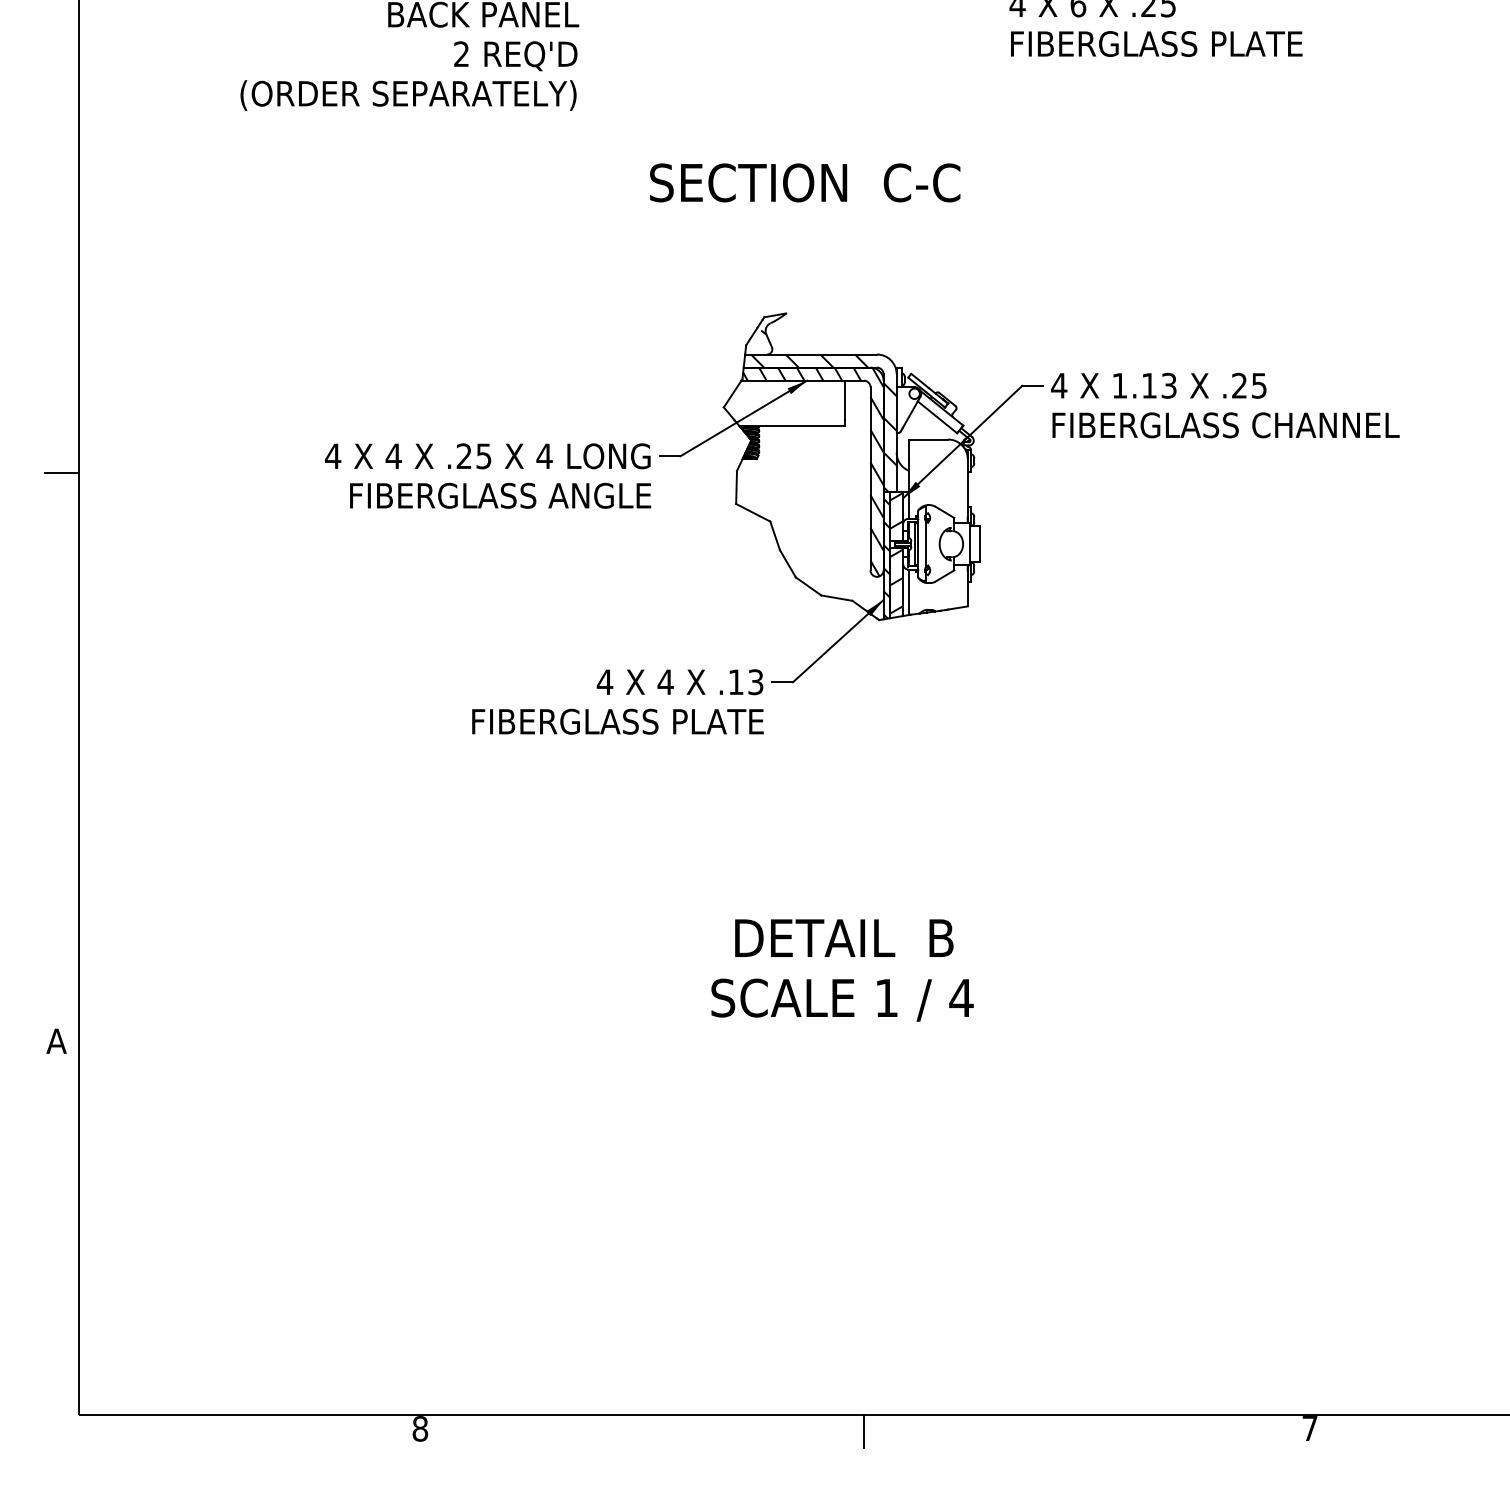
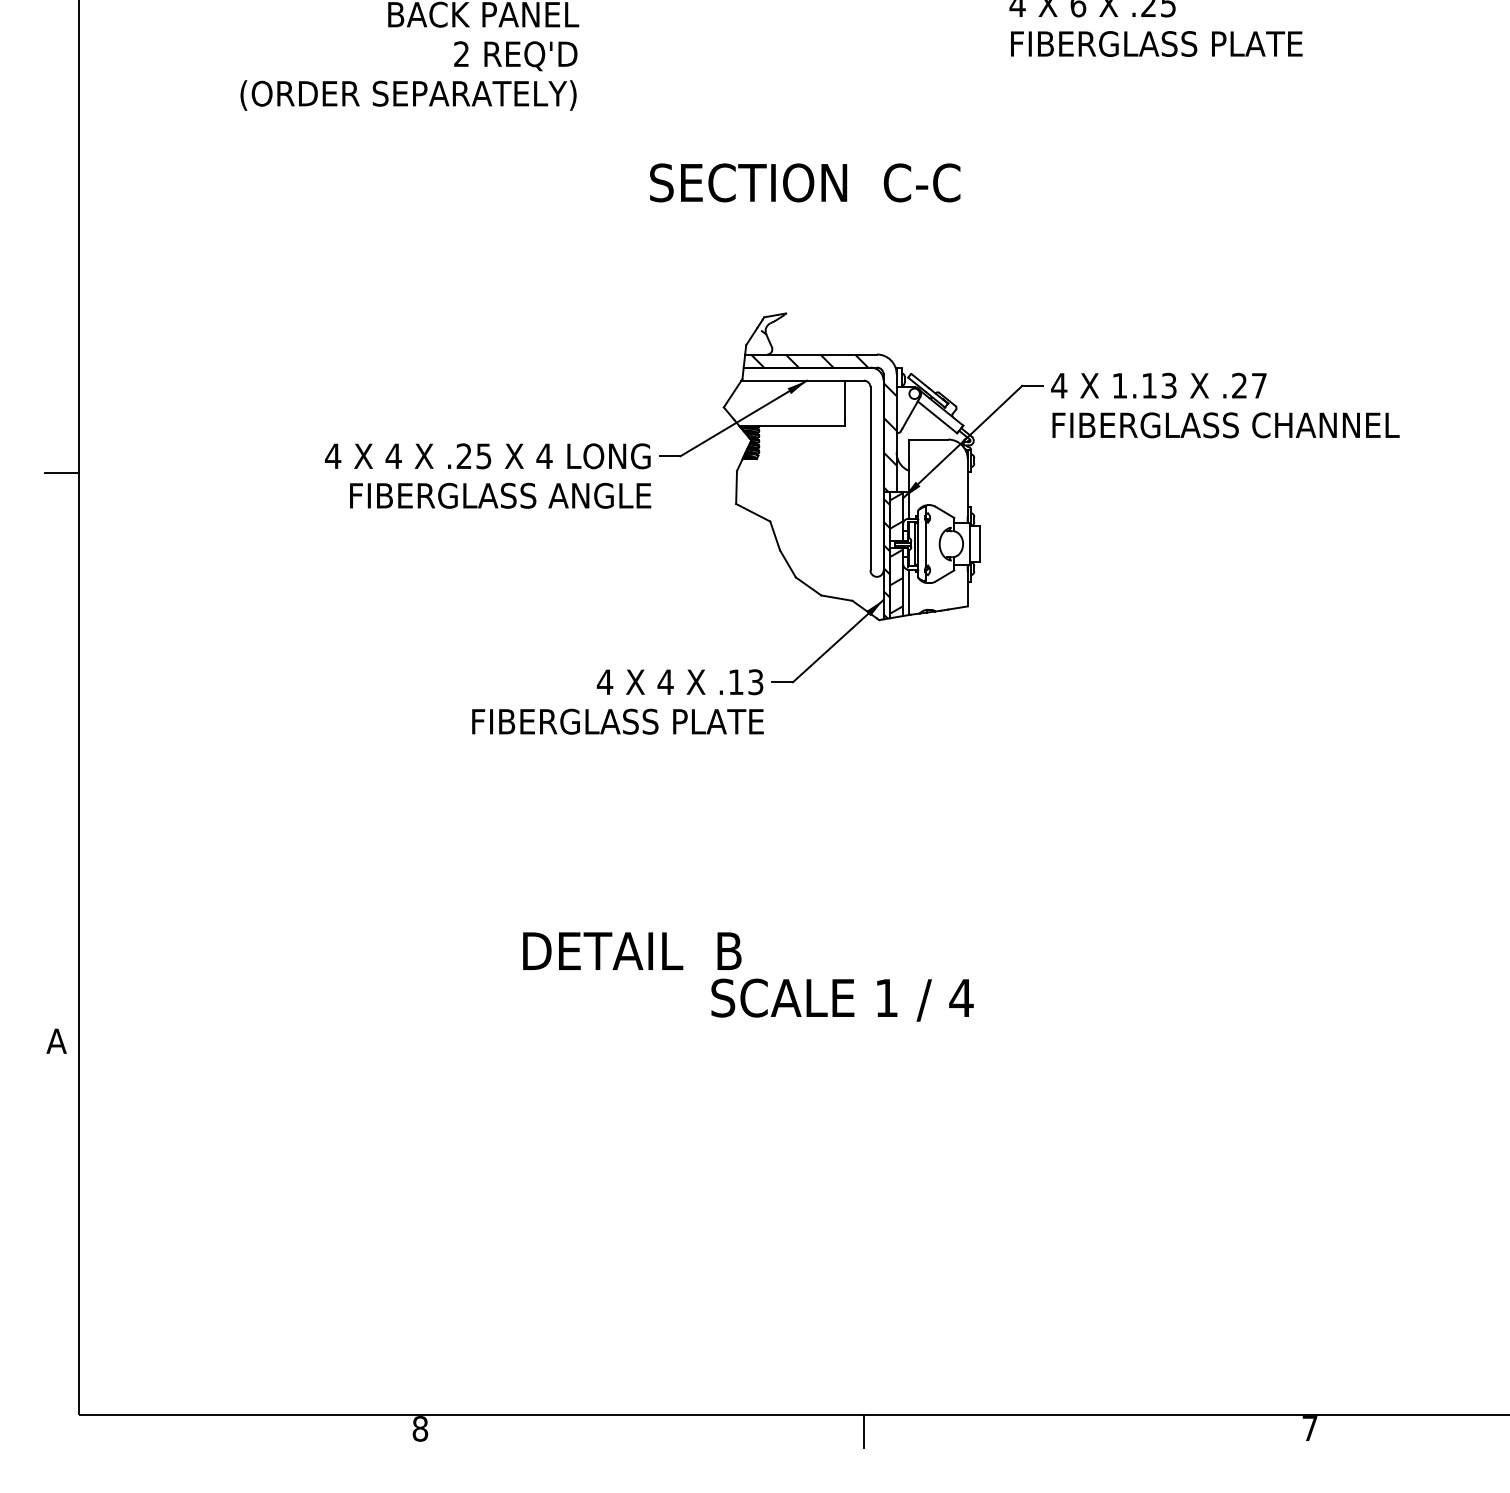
text at (1259, 385): .25 -> .27
hatch at (813, 471): present -> none
text at (844, 937) position: (844, 937) -> (632, 950)
